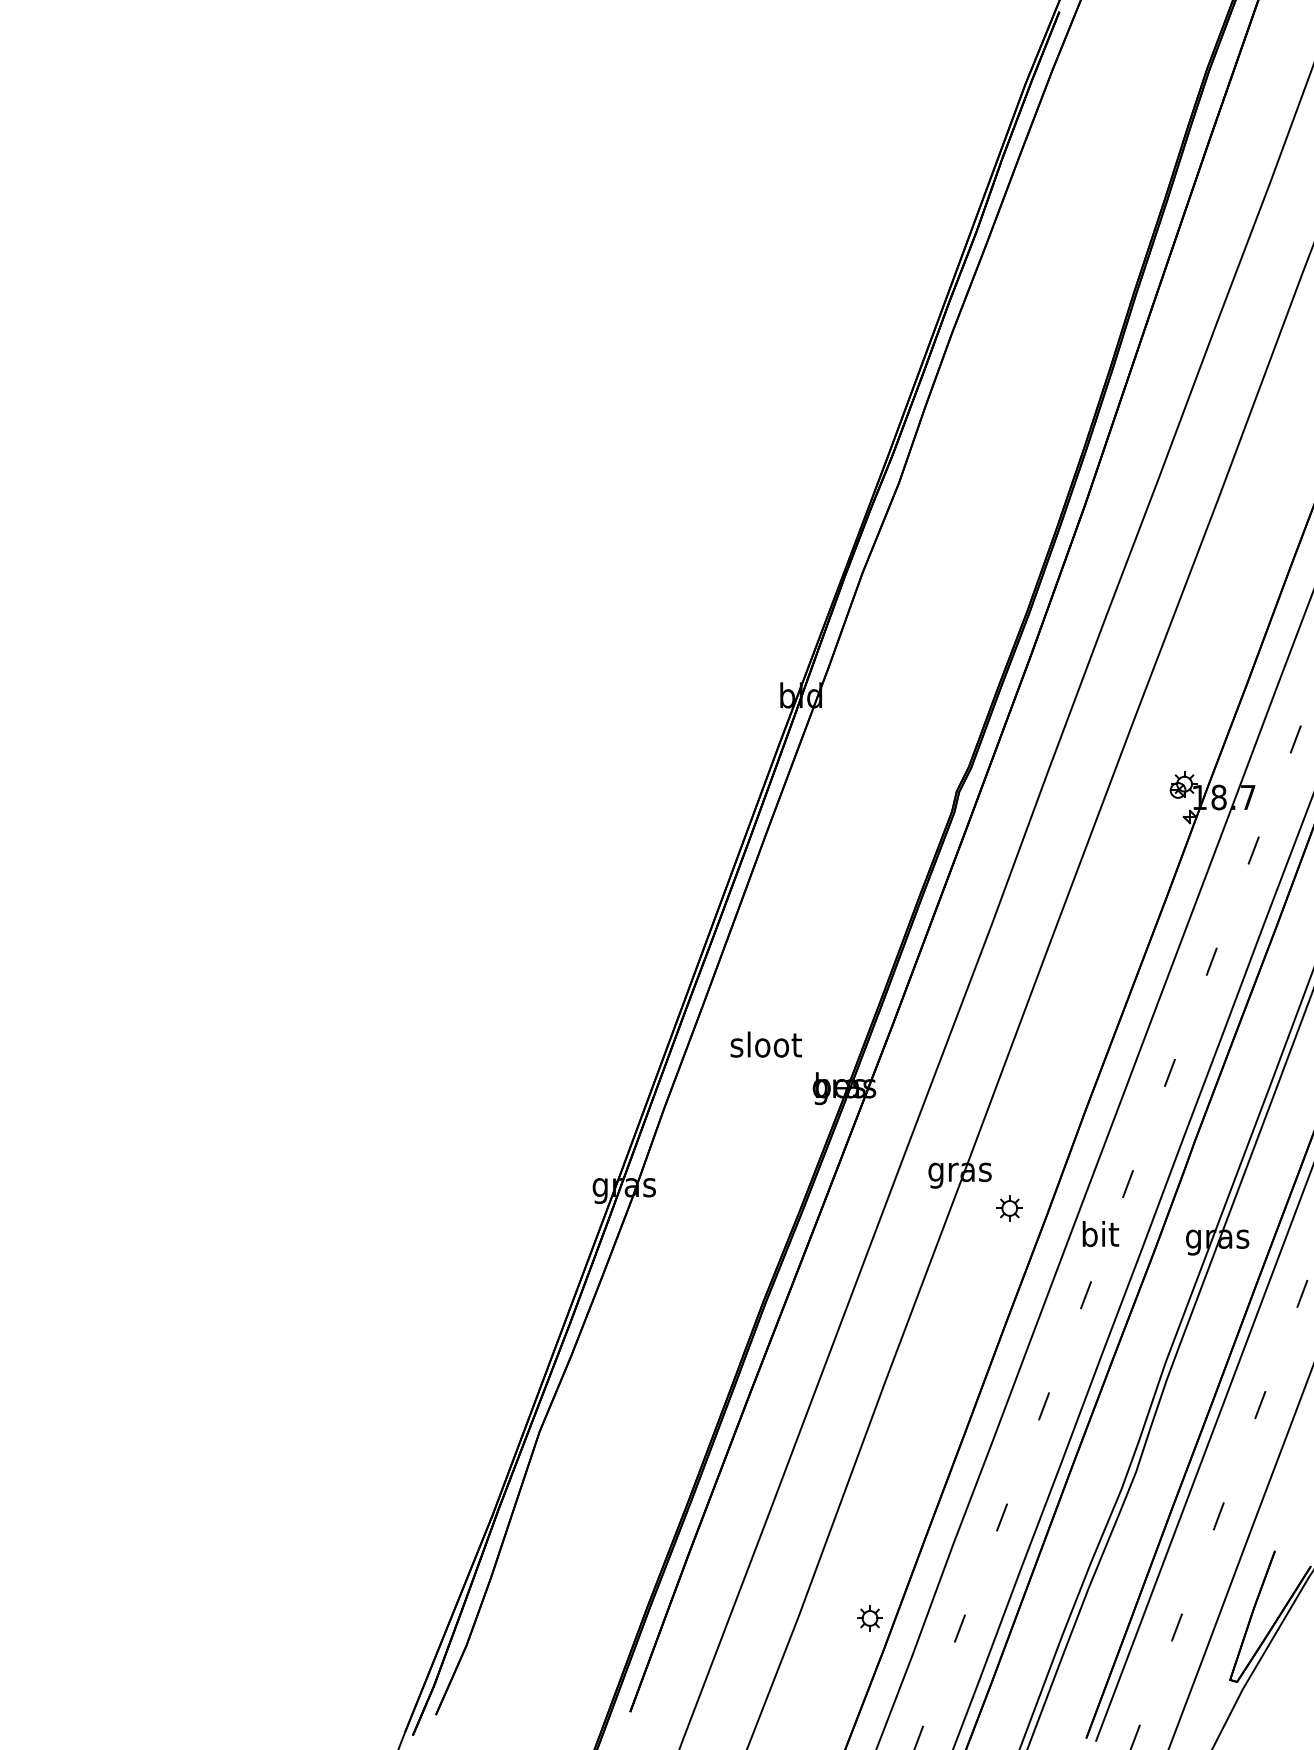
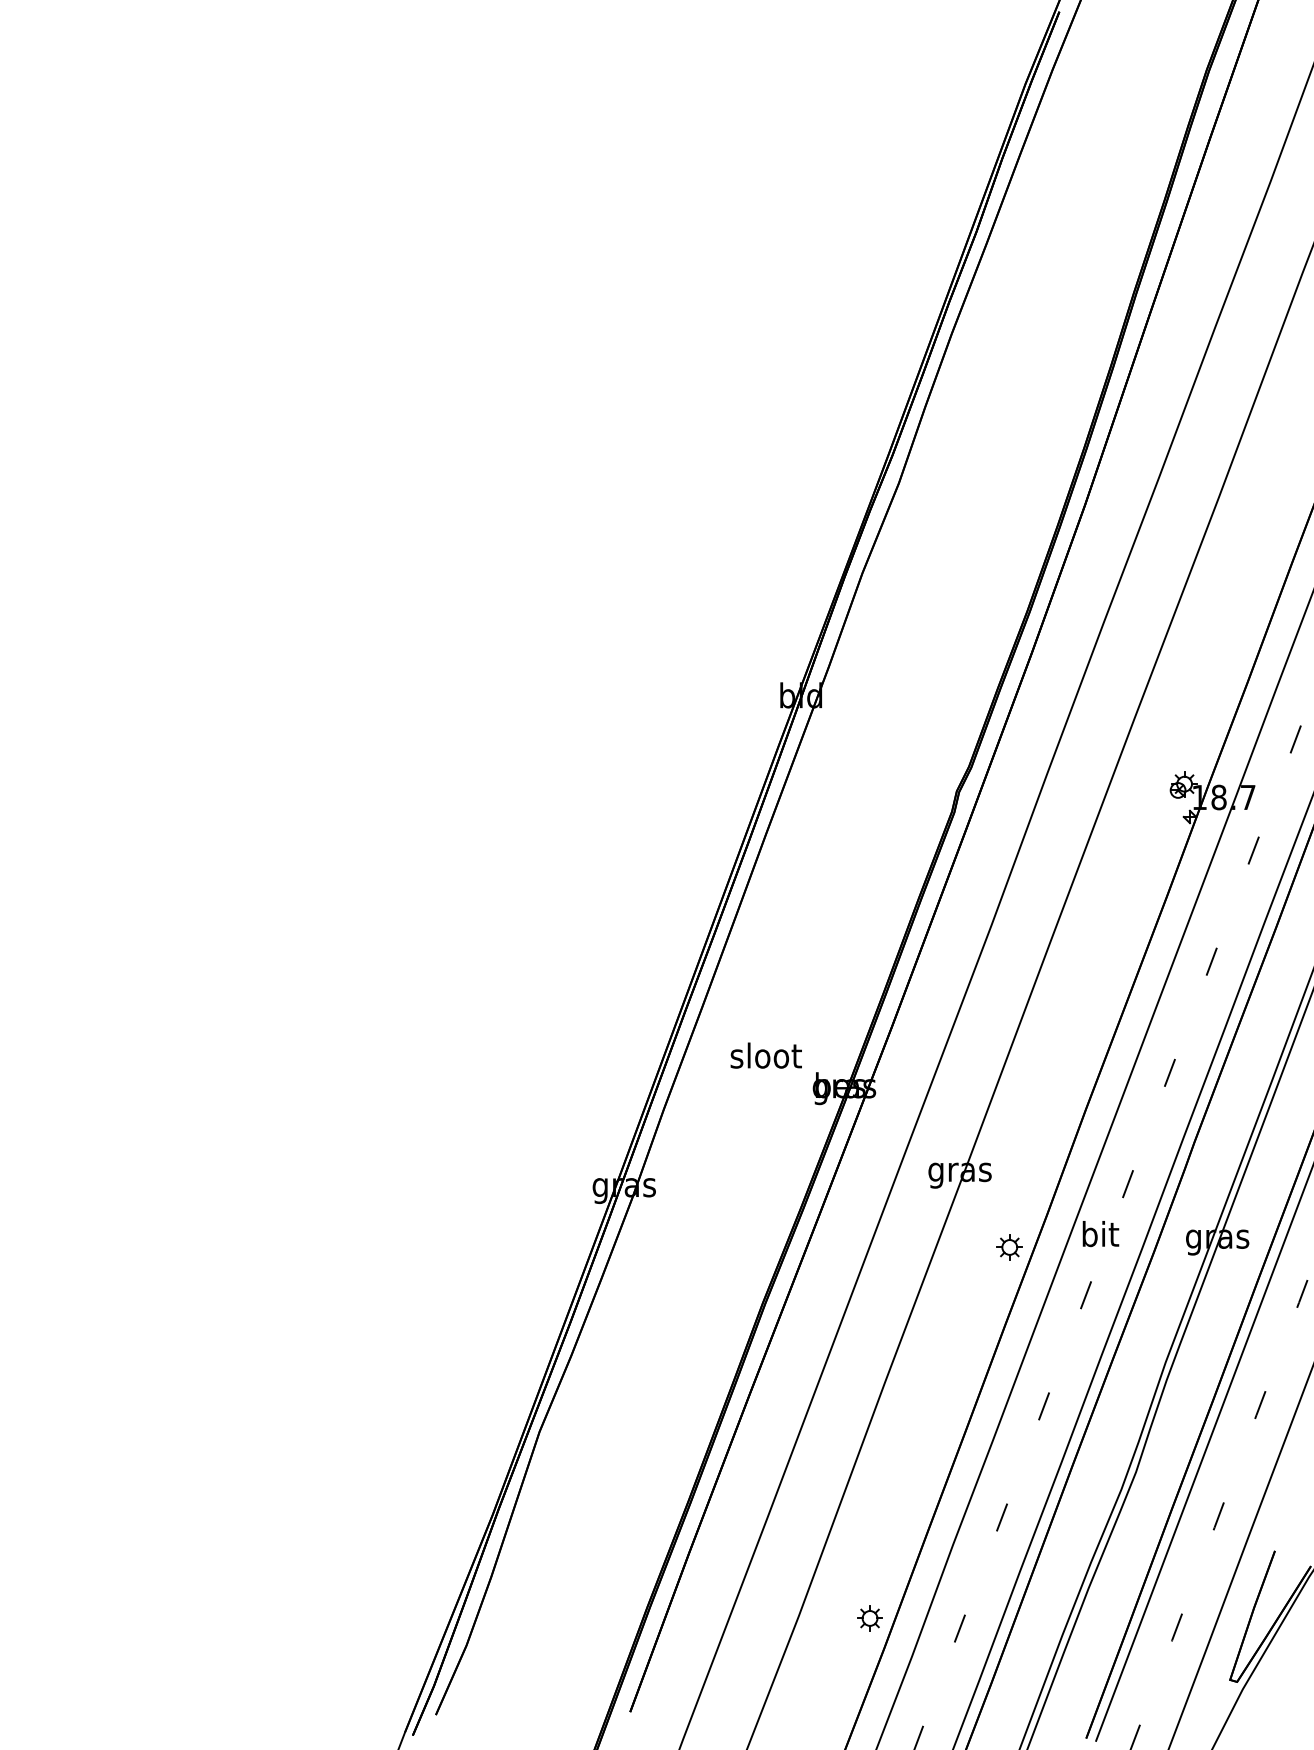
text at (765, 1044) position: (765, 1044) -> (765, 1055)
part at (1009, 1208) position: (1009, 1208) -> (1009, 1247)
